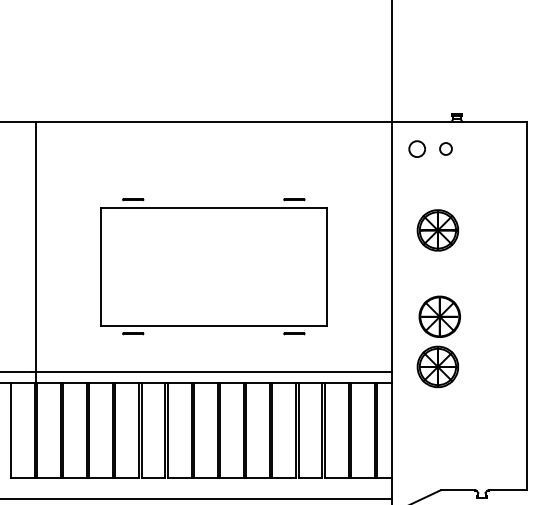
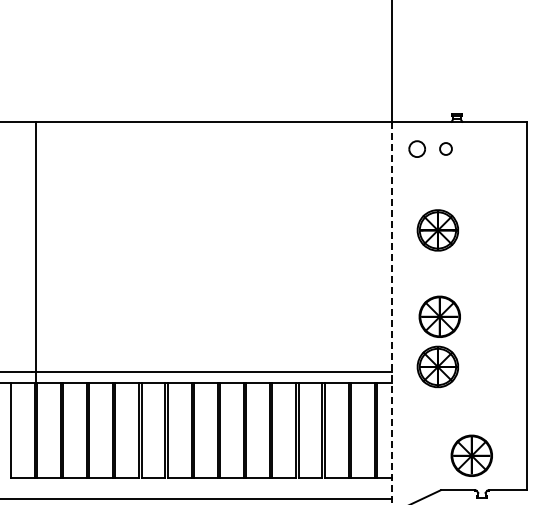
part at (213, 266): present -> none
line at (391, 313): solid -> dashed
part at (471, 455): none -> present
